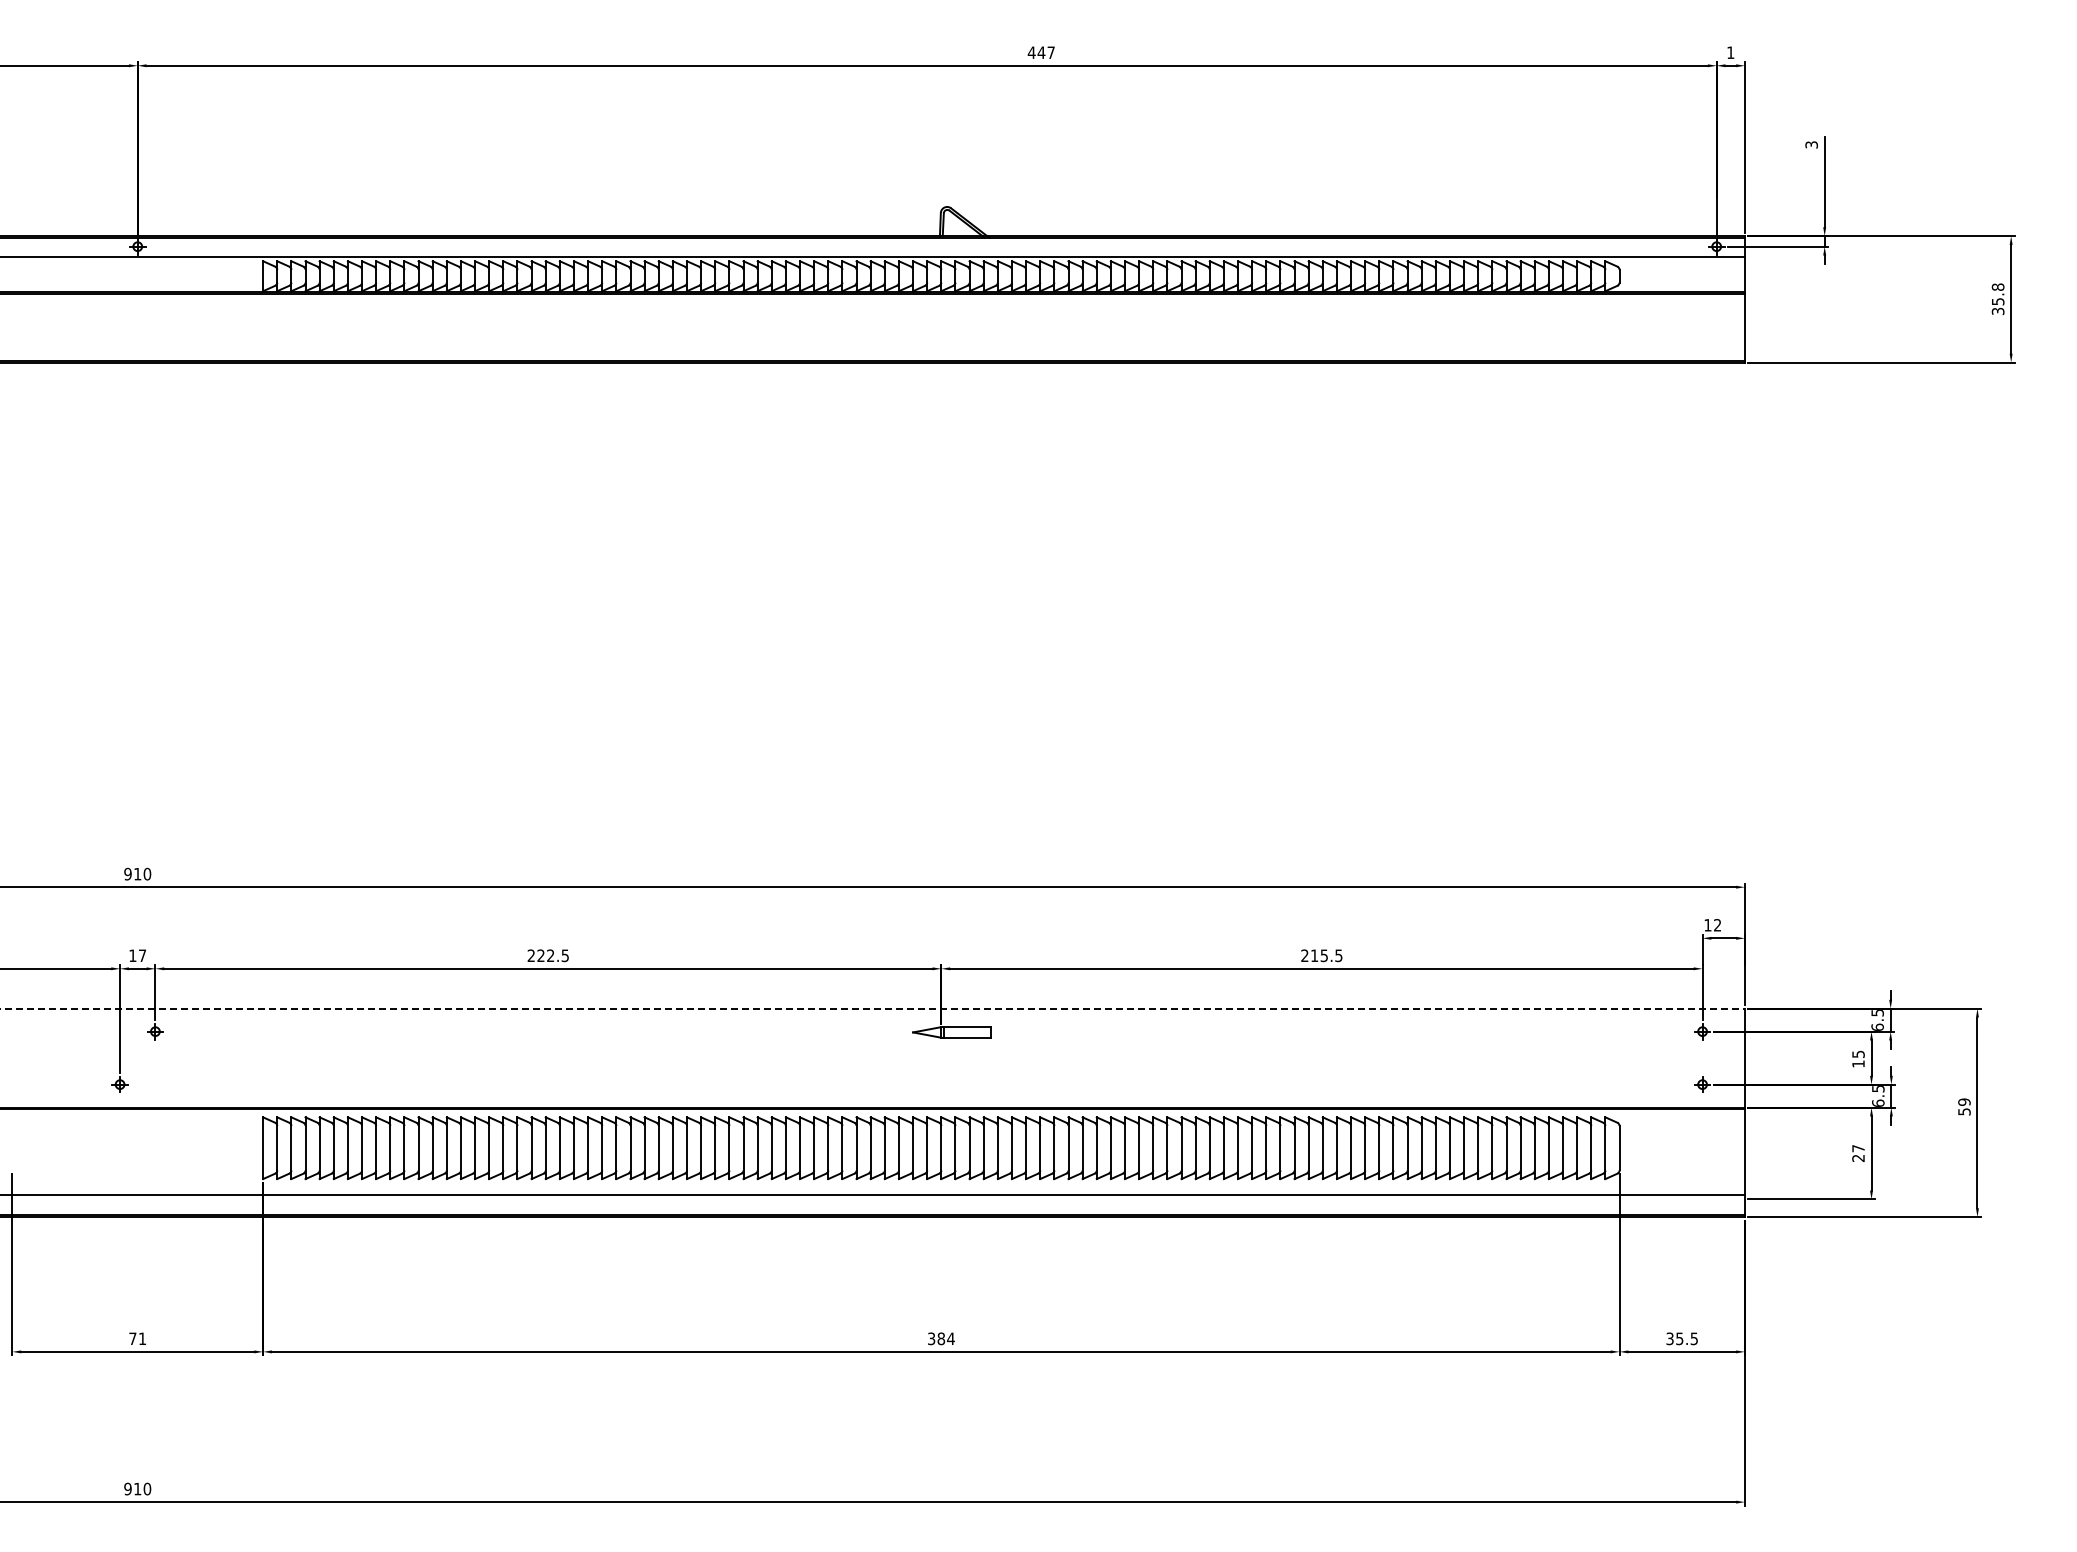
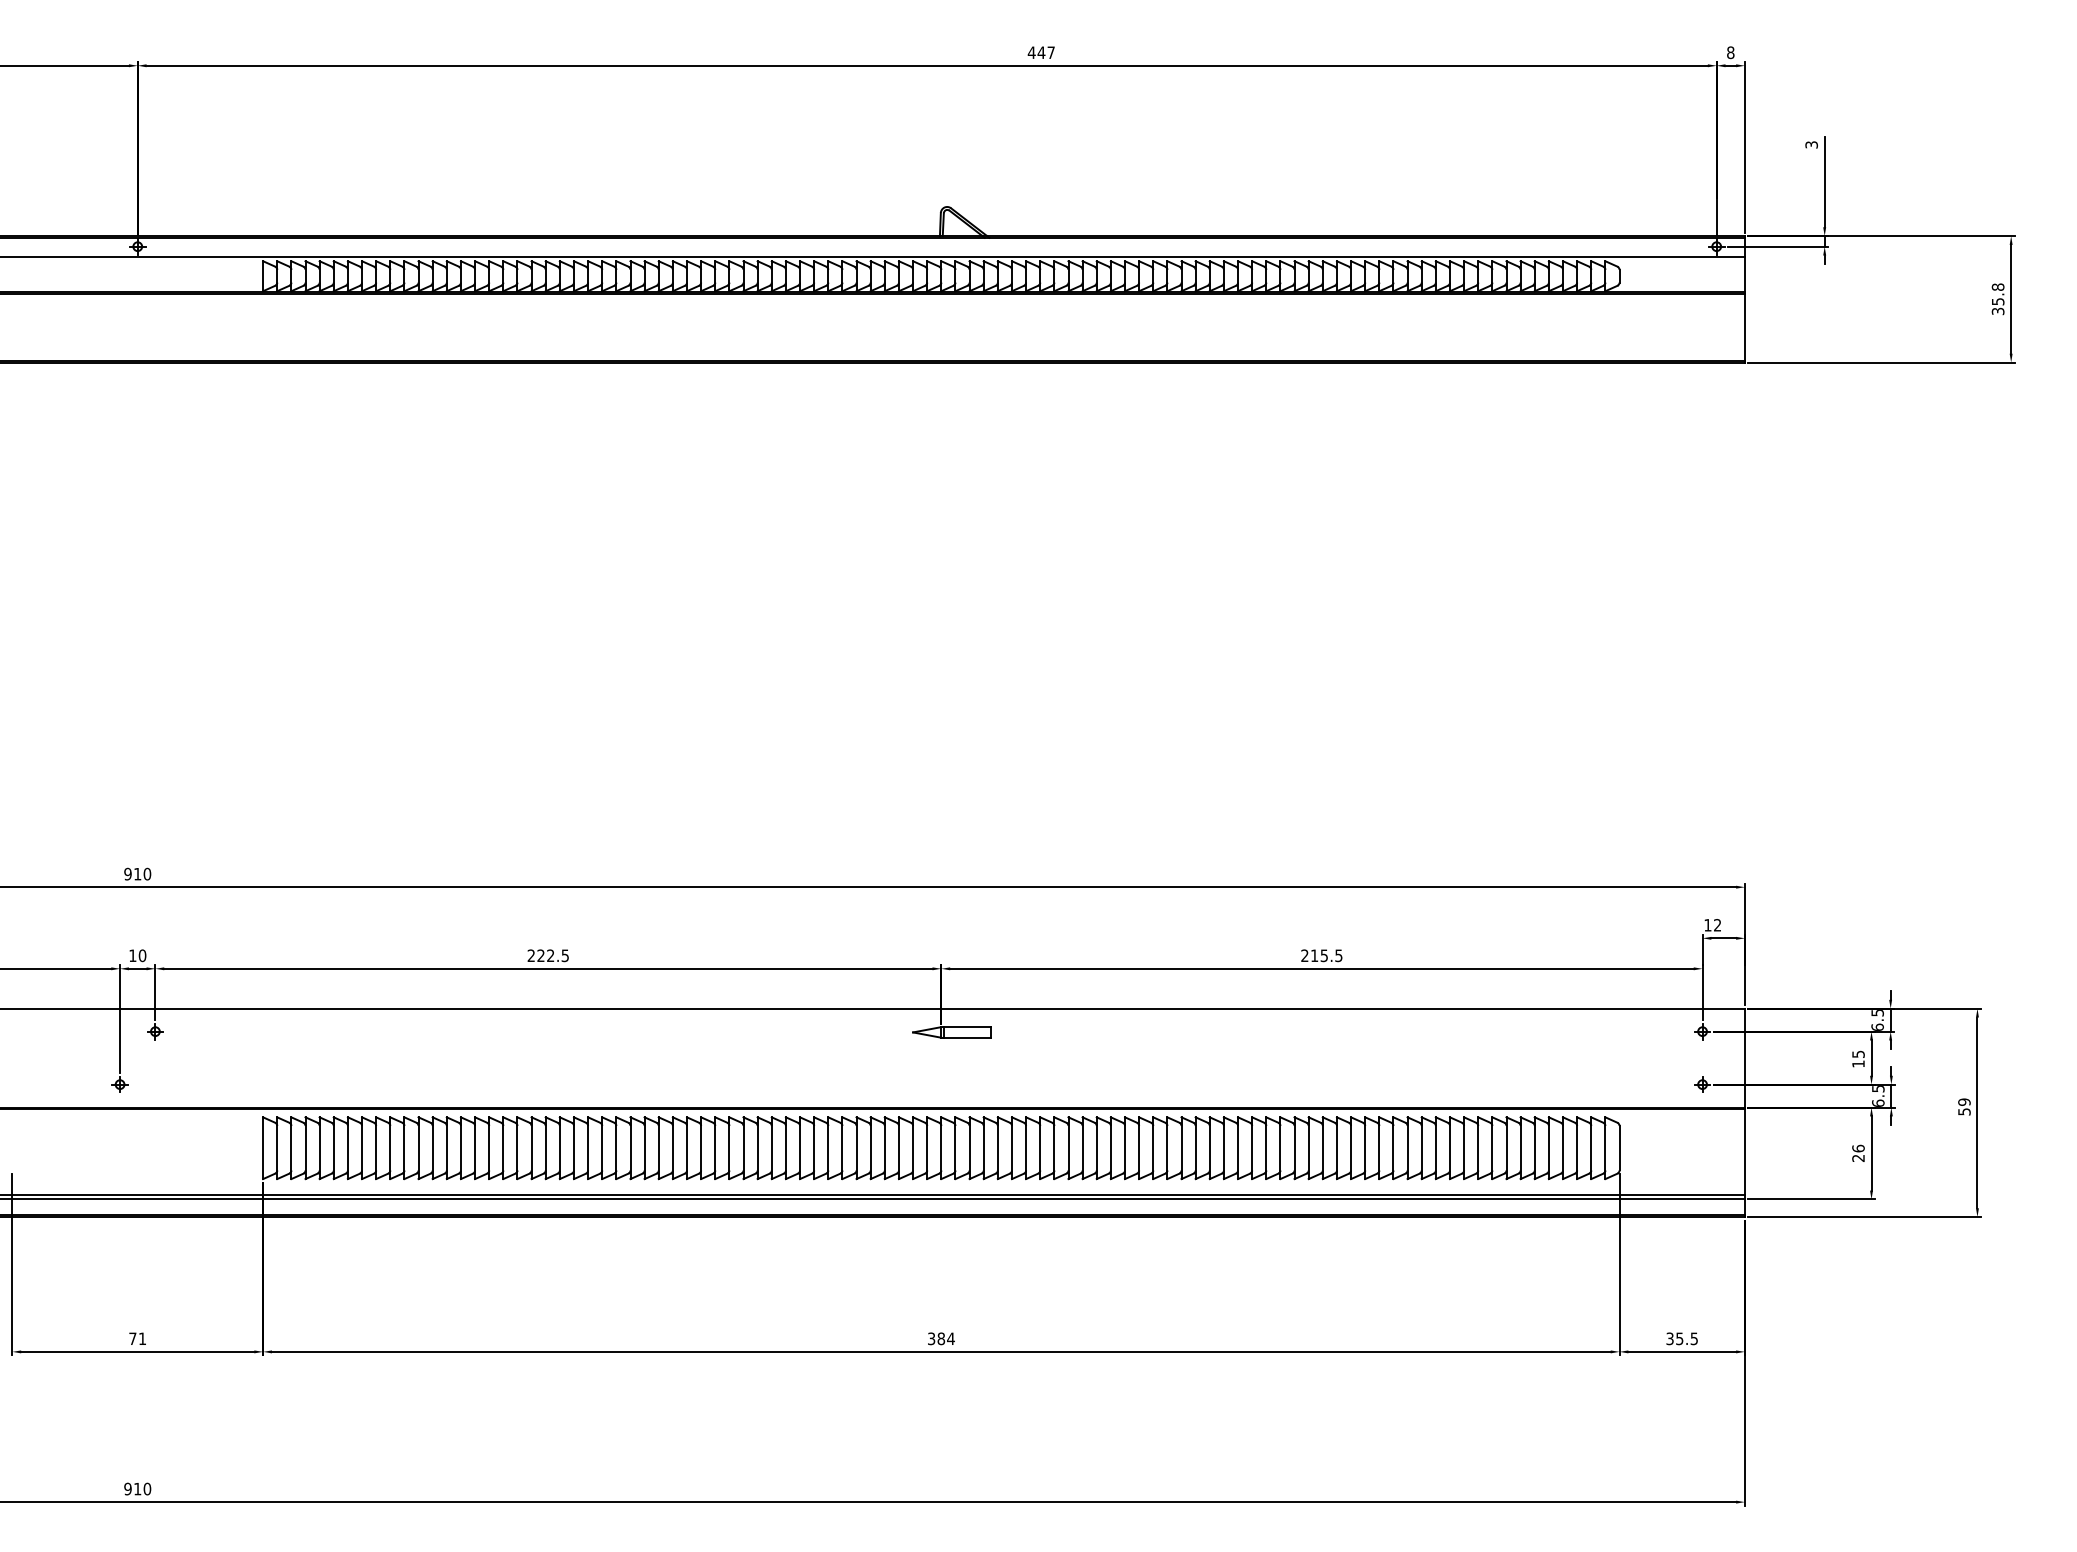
text at (1730, 52): 1 -> 8
text at (142, 955): 17 -> 10
line at (873, 1008): dashed -> solid
text at (1858, 1148): 27 -> 26
line at (873, 1199): none -> present
